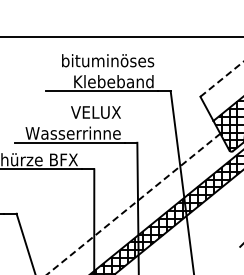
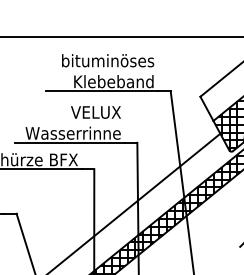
line at (222, 79): dashed -> solid
line at (133, 204): dashed -> solid
